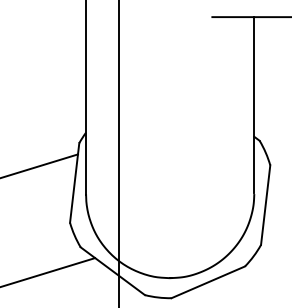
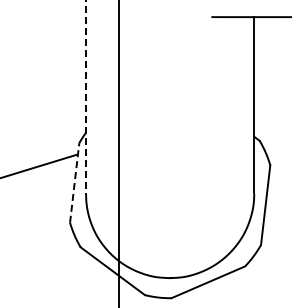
line at (86, 97): solid -> dashed
line at (74, 182): solid -> dashed
line at (48, 272): present -> none
